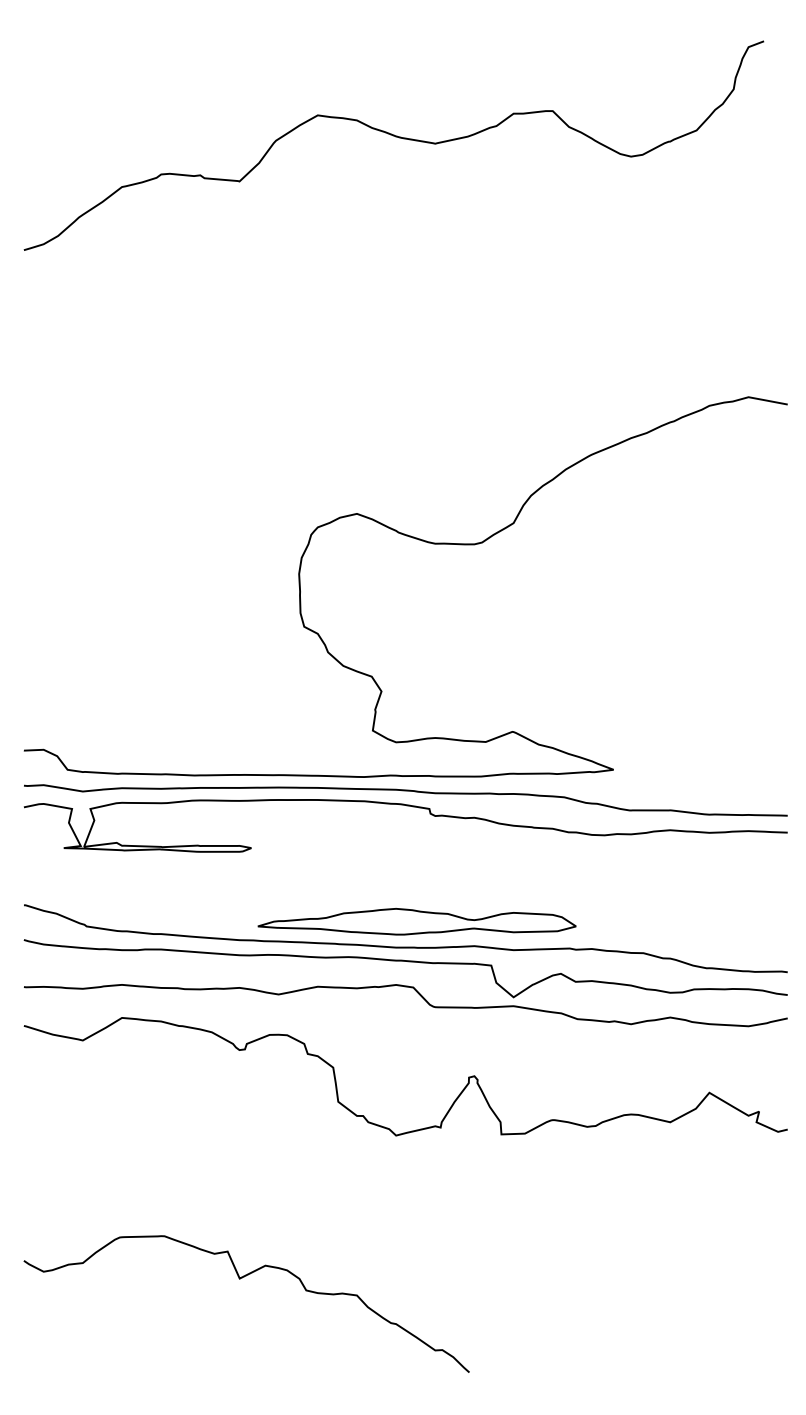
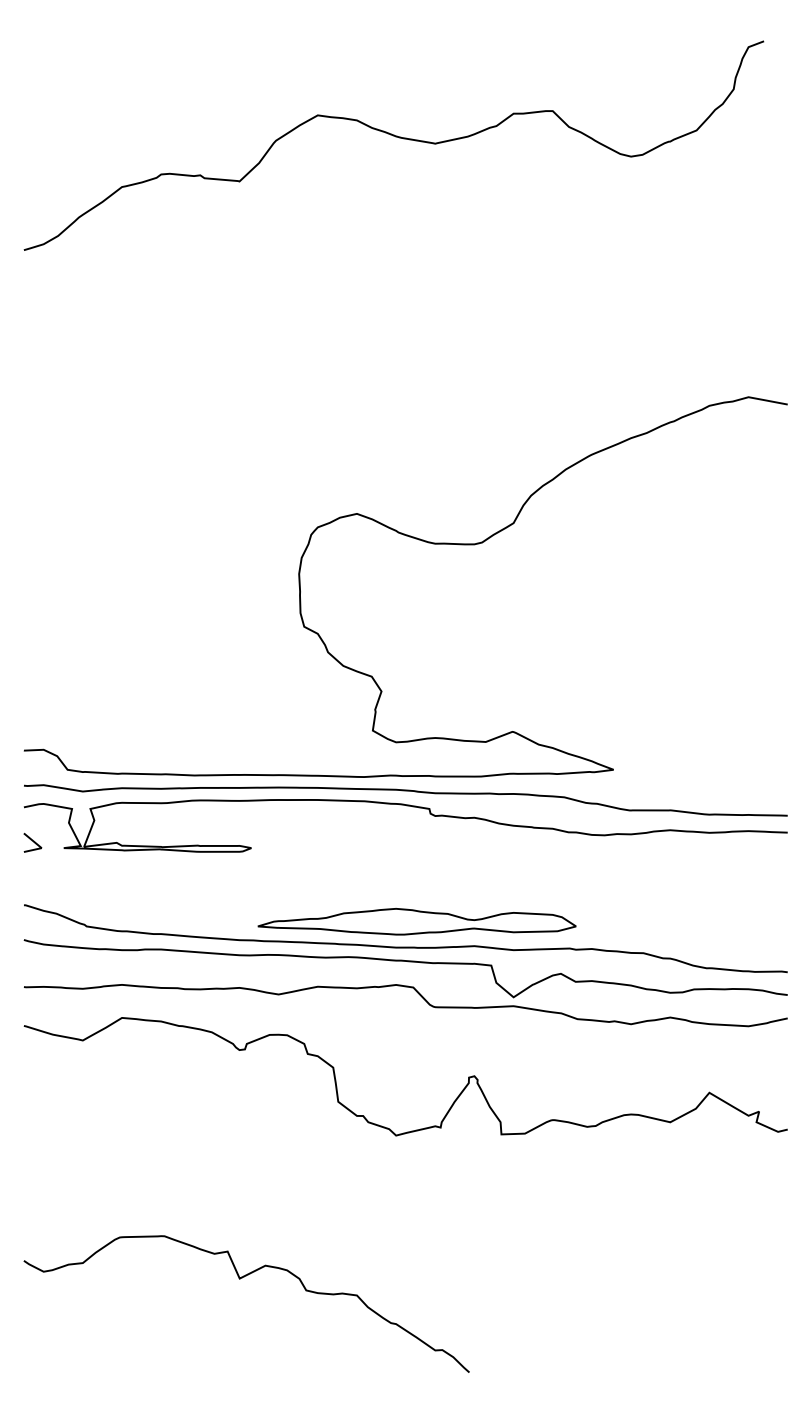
line at (32, 841): none -> present
